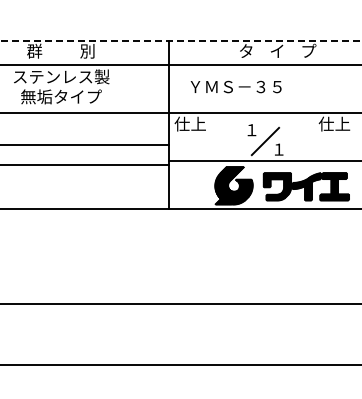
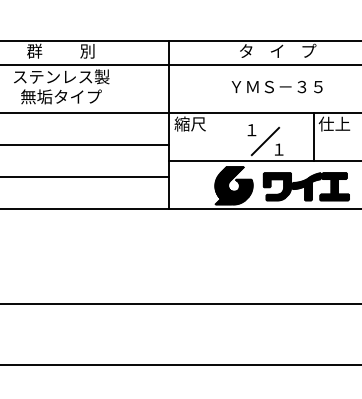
line at (181, 40): dashed -> solid
text at (235, 86) position: (235, 86) -> (276, 86)
text at (189, 123): 仕上 -> 縮尺
line at (313, 136): none -> present
line at (85, 164) position: (85, 164) -> (85, 176)
